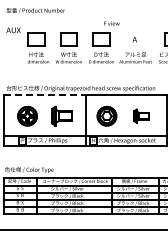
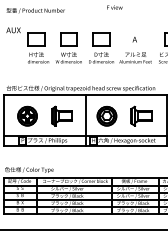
text at (111, 23) position: (111, 23) -> (114, 7)
line at (45, 95): dashed -> solid
part at (141, 115) size: 17x16 px -> 23x22 px
